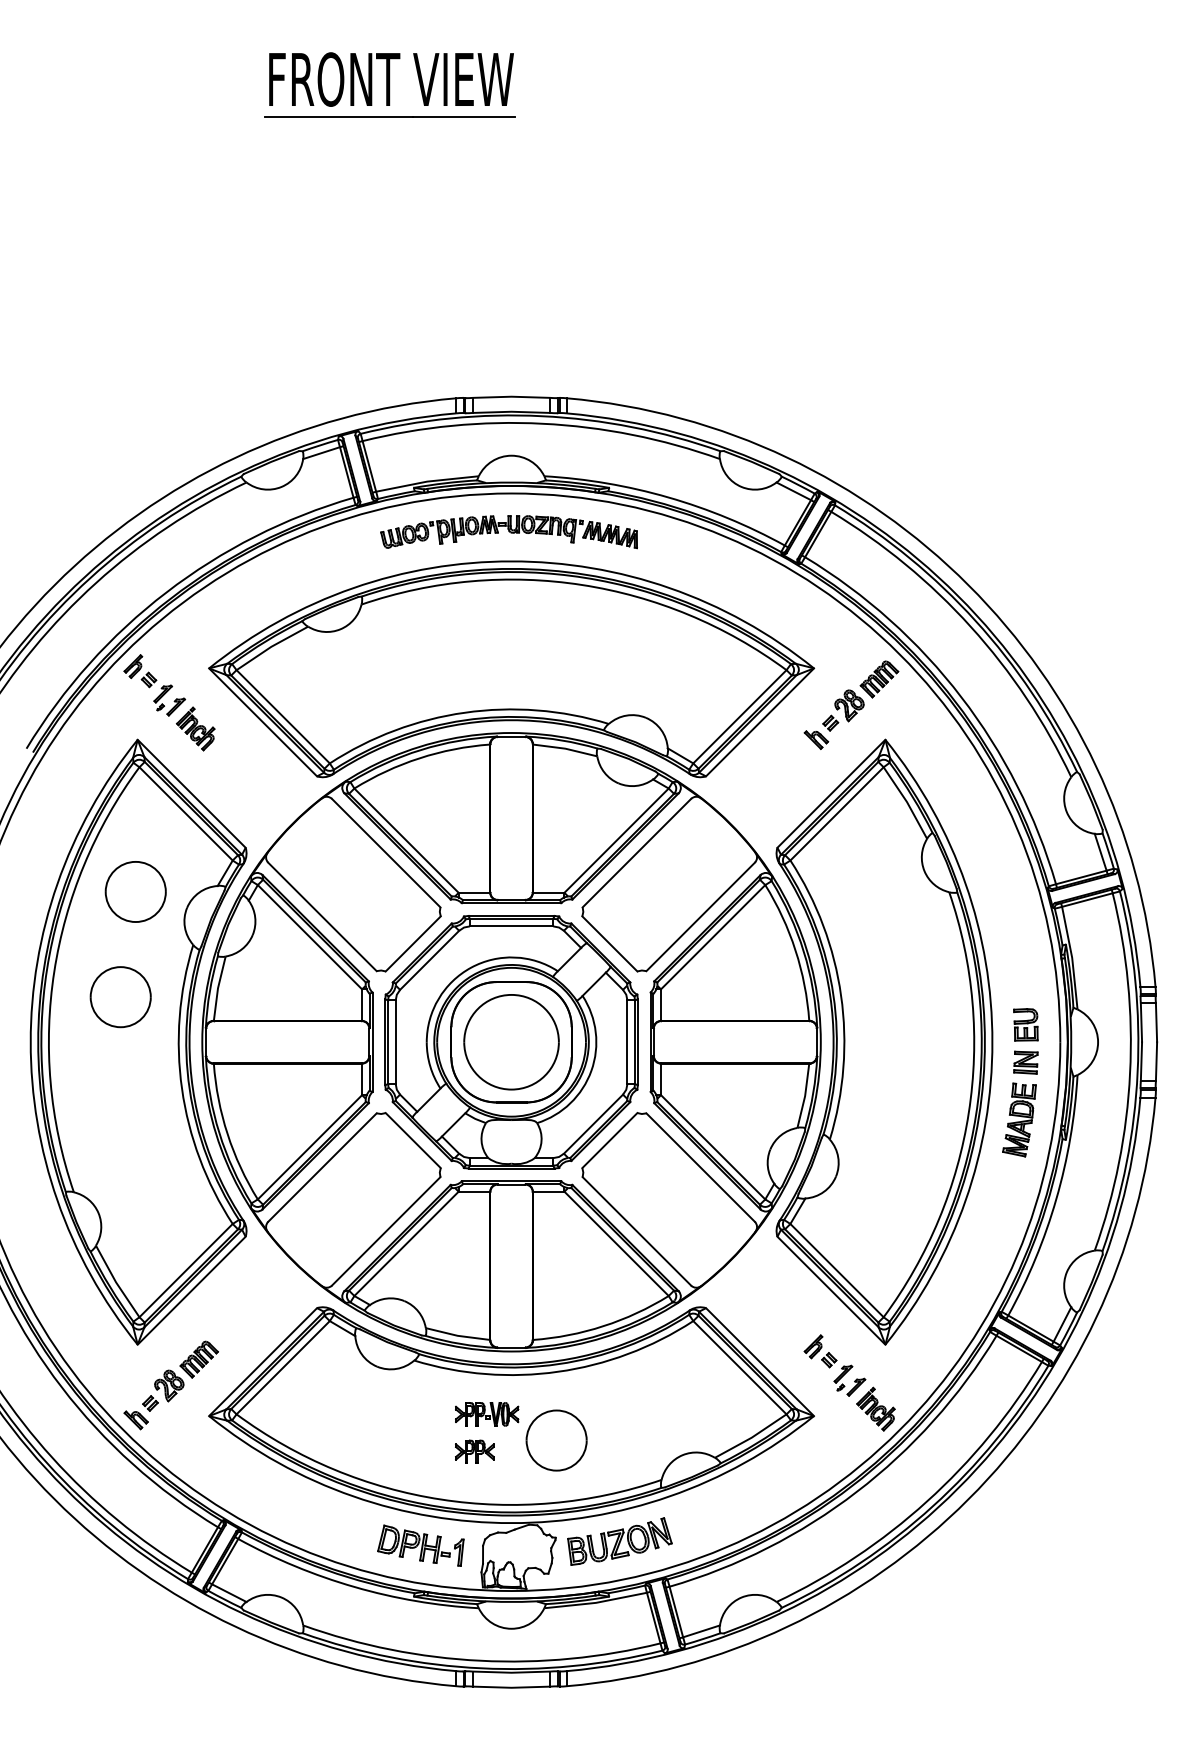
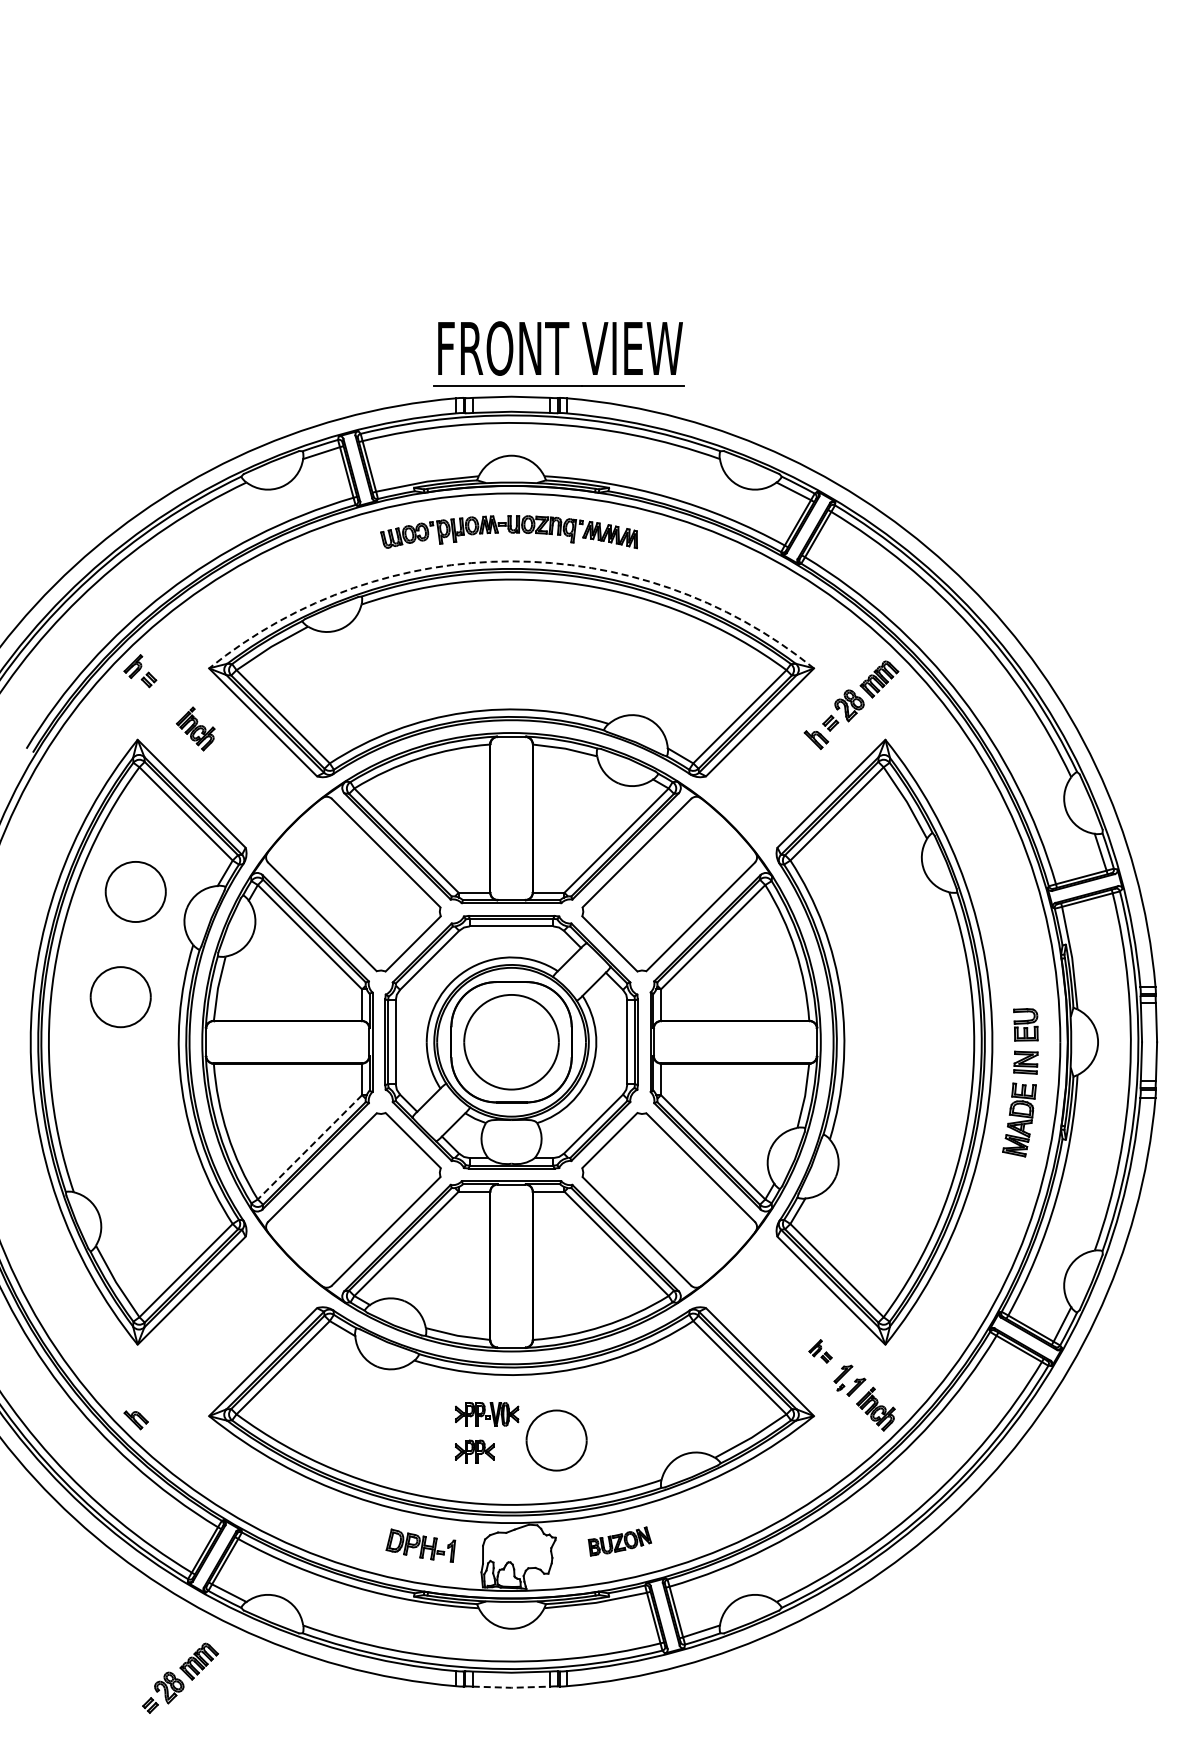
part at (389, 84) position: (389, 84) -> (558, 353)
arc at (511, 561): solid -> dashed
part at (169, 700): present -> none
line at (309, 1147): solid -> dashed
part at (820, 1351) size: 35x35 px -> 25x25 px
part at (180, 1375) position: (180, 1375) -> (180, 1677)
part at (619, 1541) size: 106x49 px -> 66x31 px
part at (420, 1545) size: 88x43 px -> 72x35 px
line at (511, 1687): solid -> dashed
